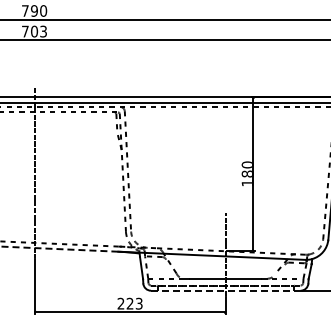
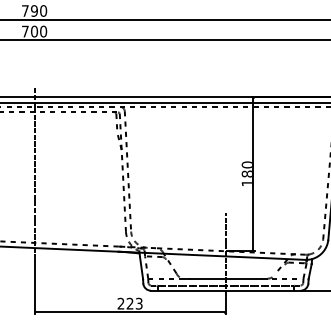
text at (43, 31): 703 -> 700
line at (59, 249): dashed -> solid
line at (225, 290): dashed -> solid
